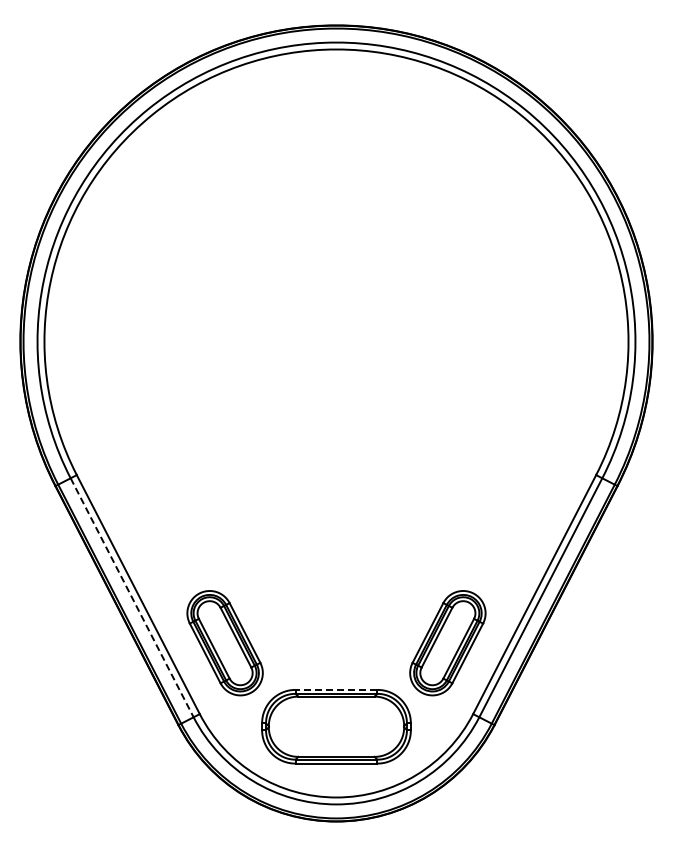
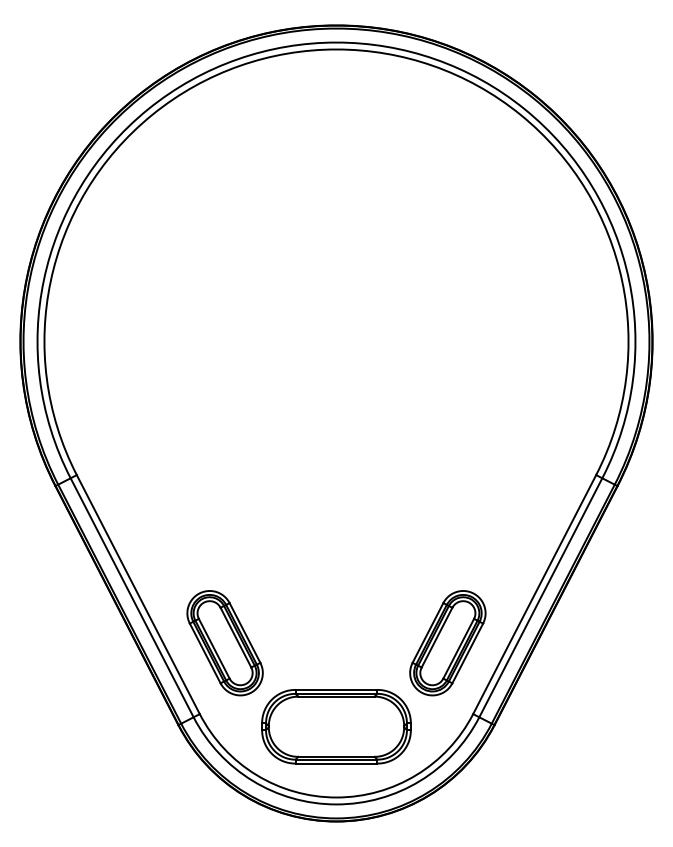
line at (132, 598): dashed -> solid
line at (336, 689): dashed -> solid
